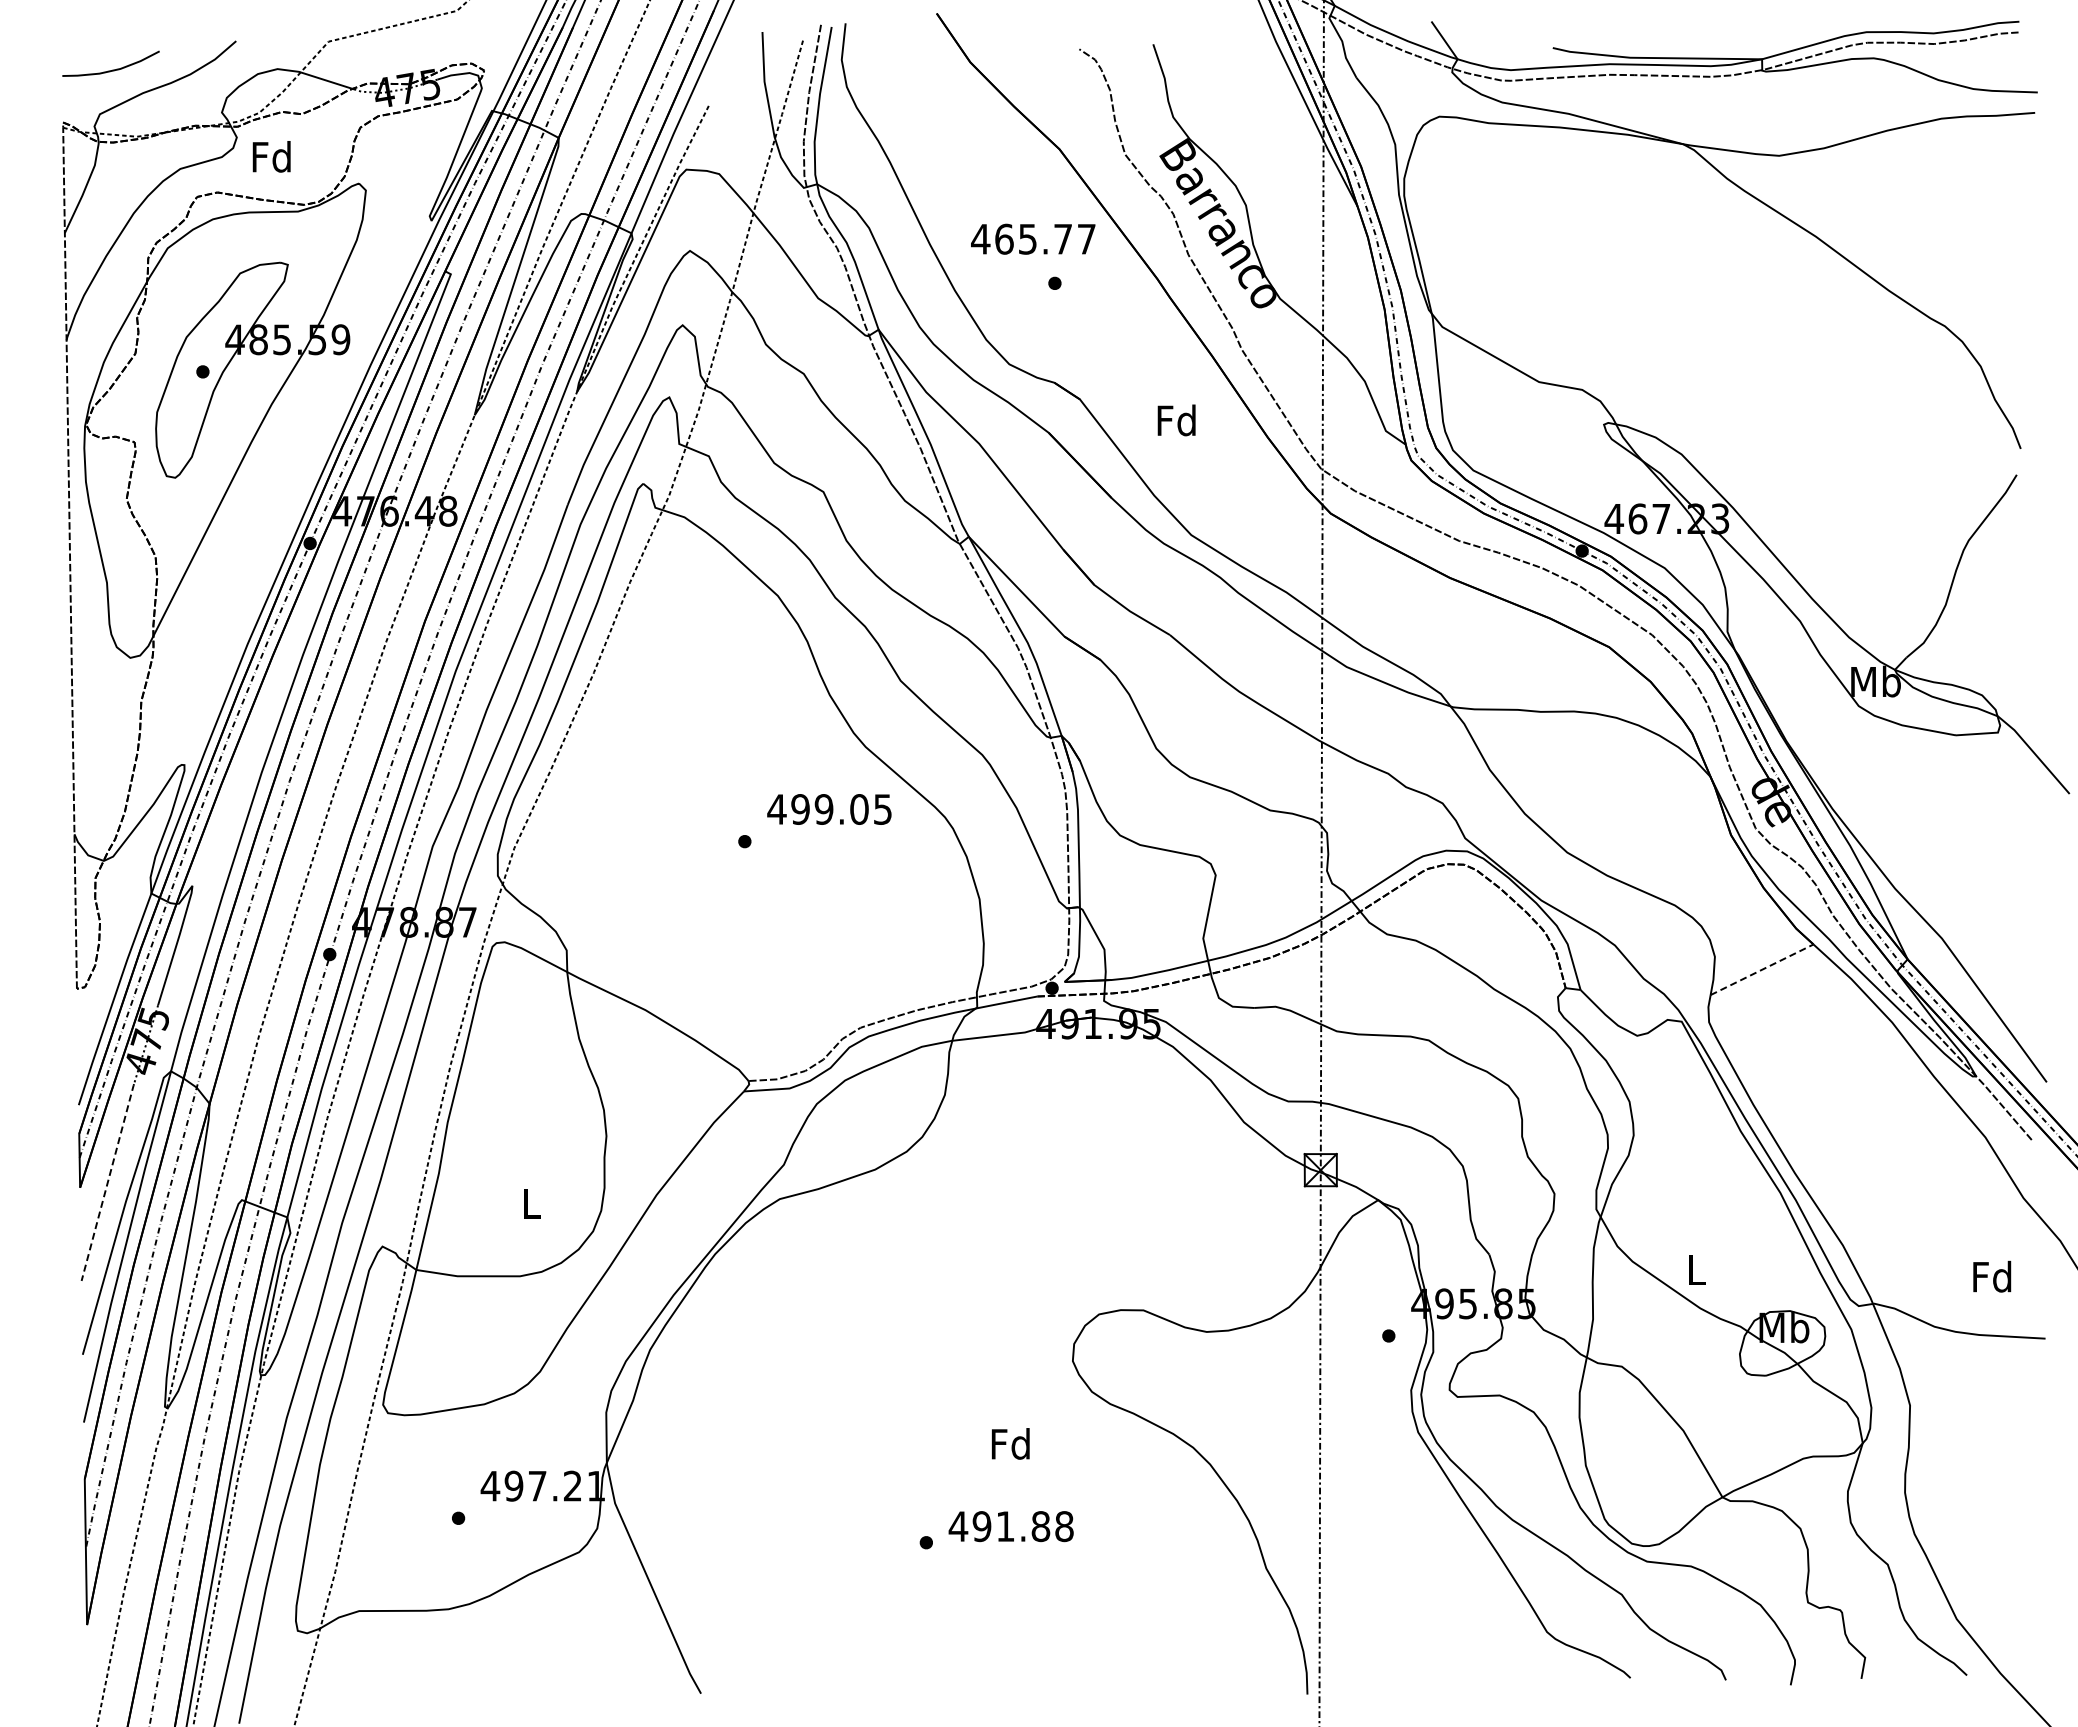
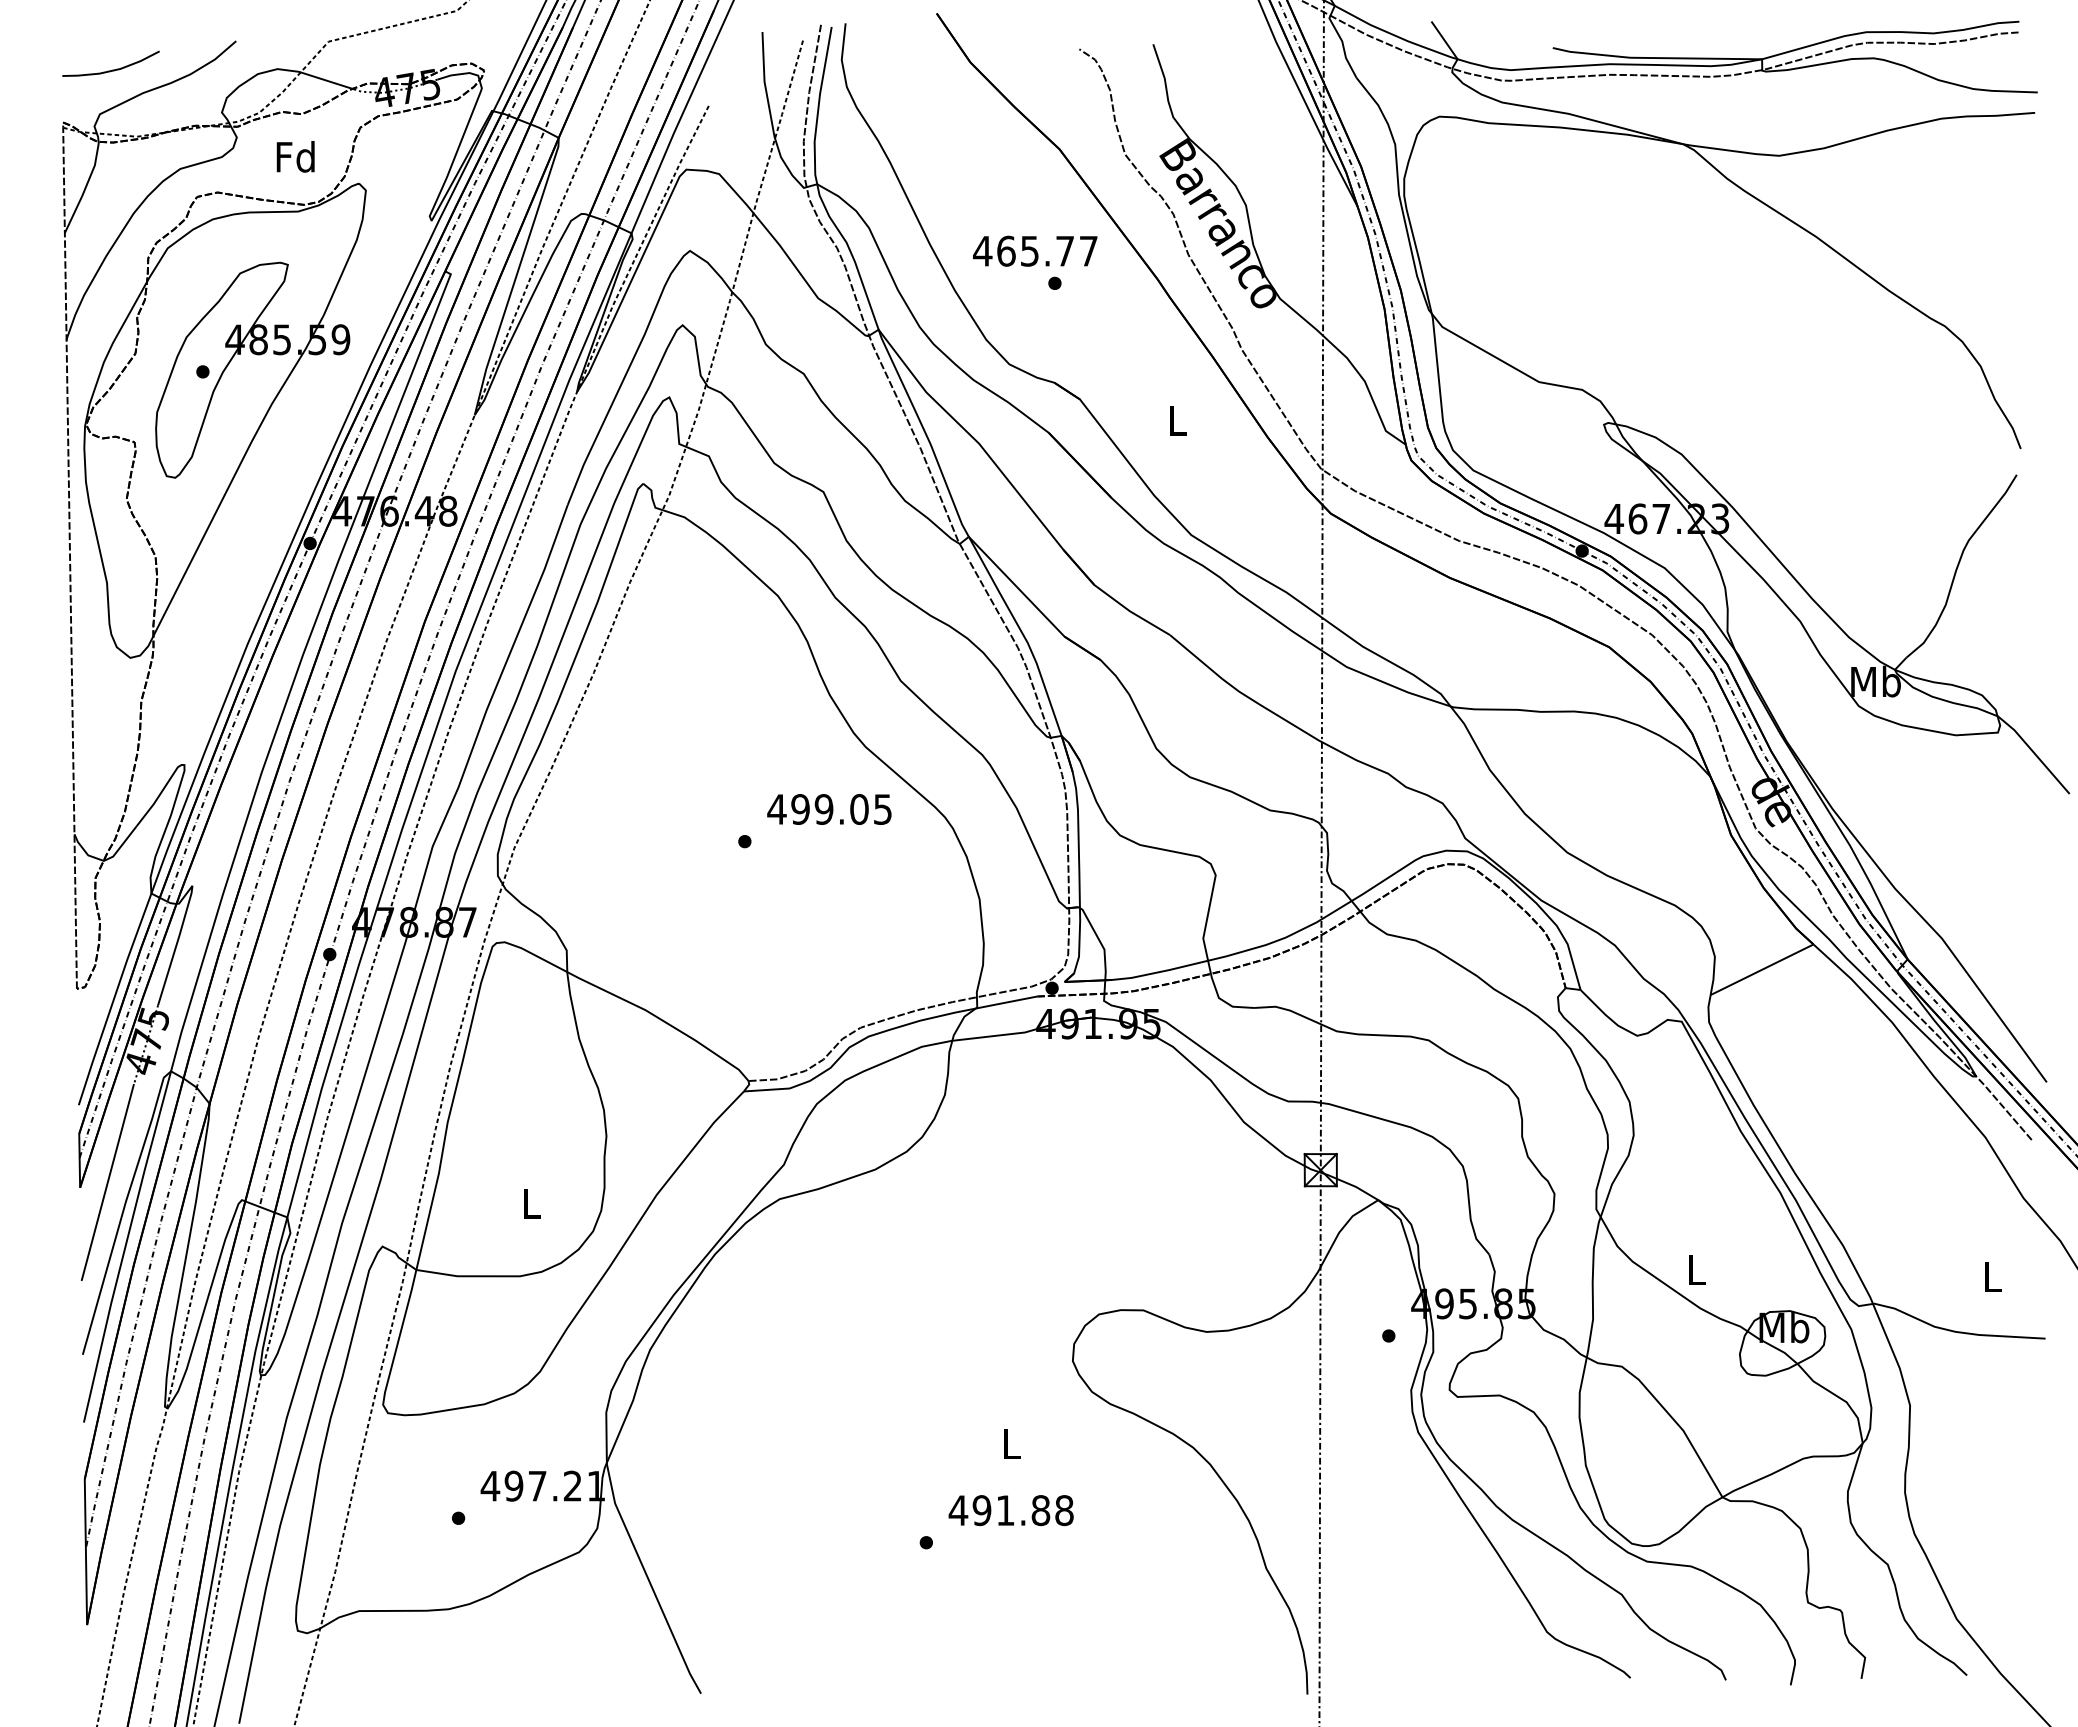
text at (271, 156) position: (271, 156) -> (295, 156)
text at (1033, 238) position: (1033, 238) -> (1035, 250)
text at (1176, 420): Fd -> L
line at (1762, 969): dashed -> solid
line at (107, 1182): dashed -> solid
text at (1992, 1276): Fd -> L
text at (1010, 1443): Fd -> L
text at (1010, 1526) position: (1010, 1526) -> (1010, 1510)
